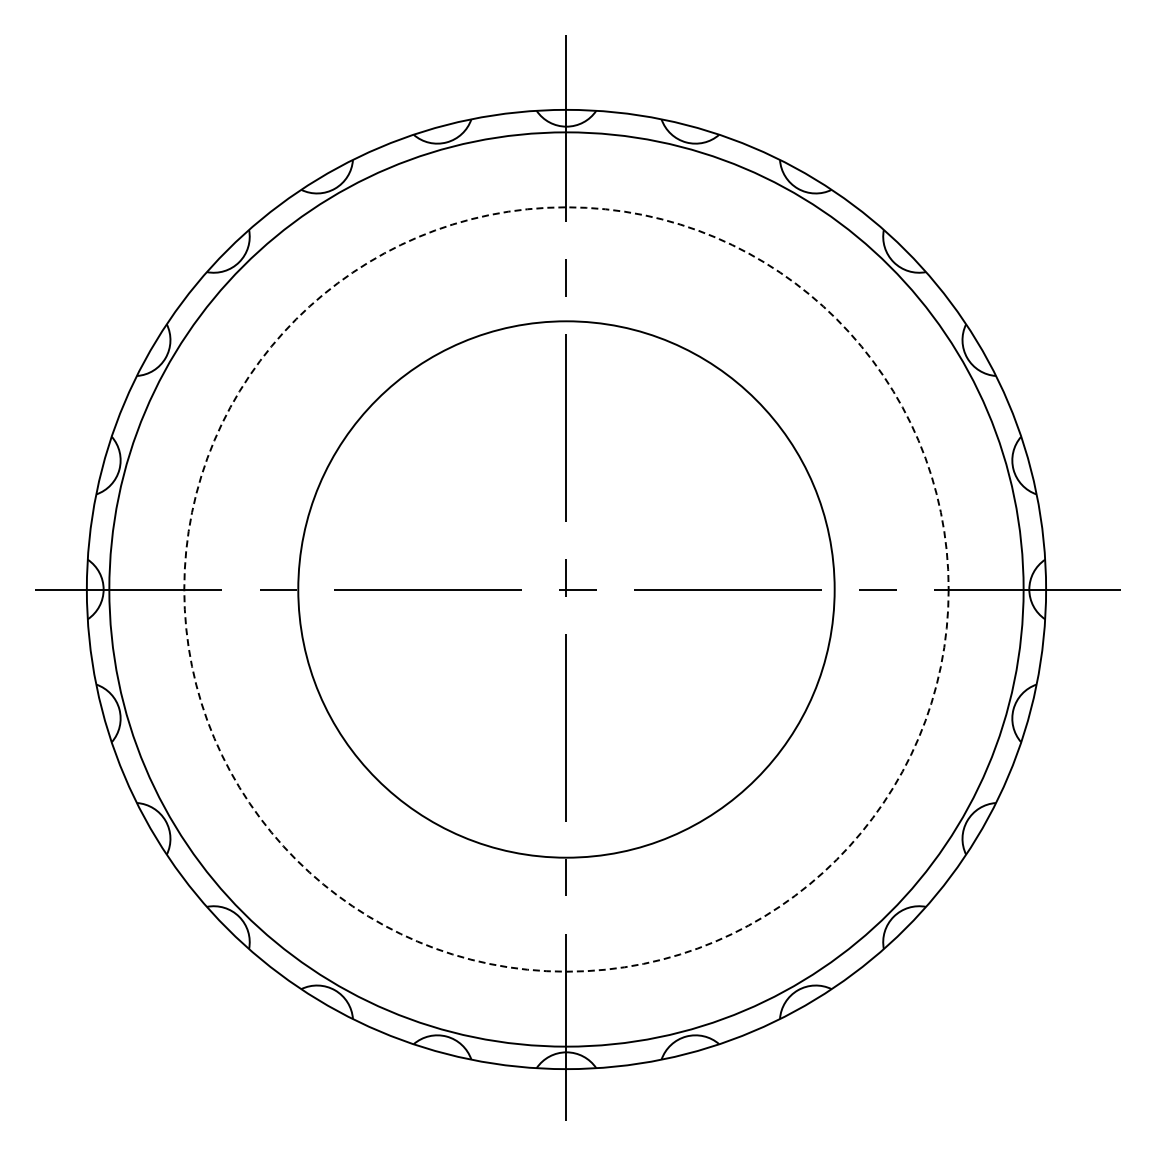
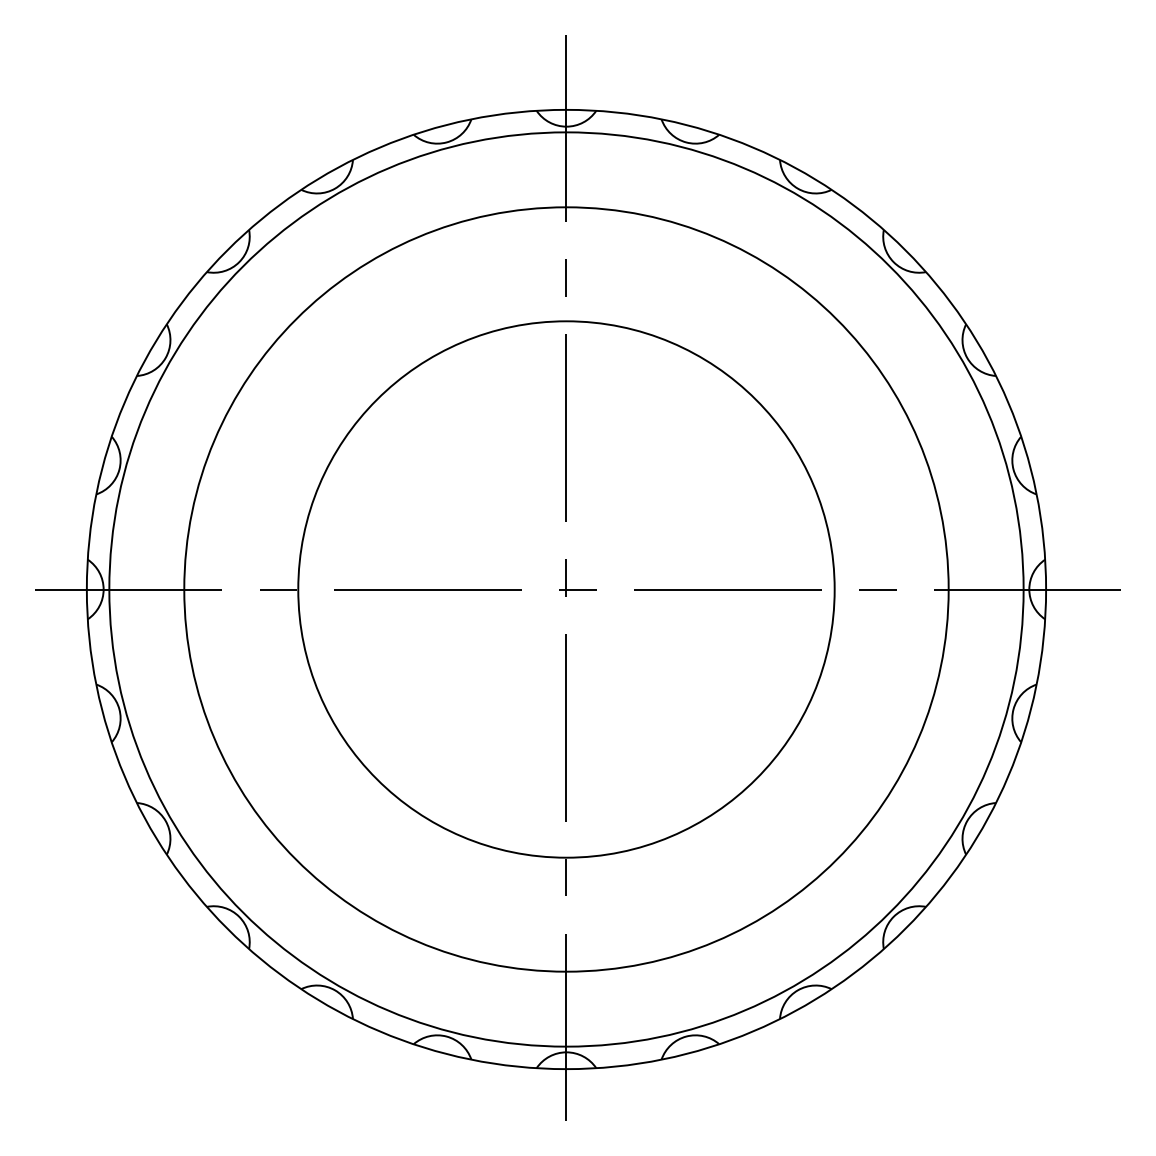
circle at (566, 589): dashed -> solid
